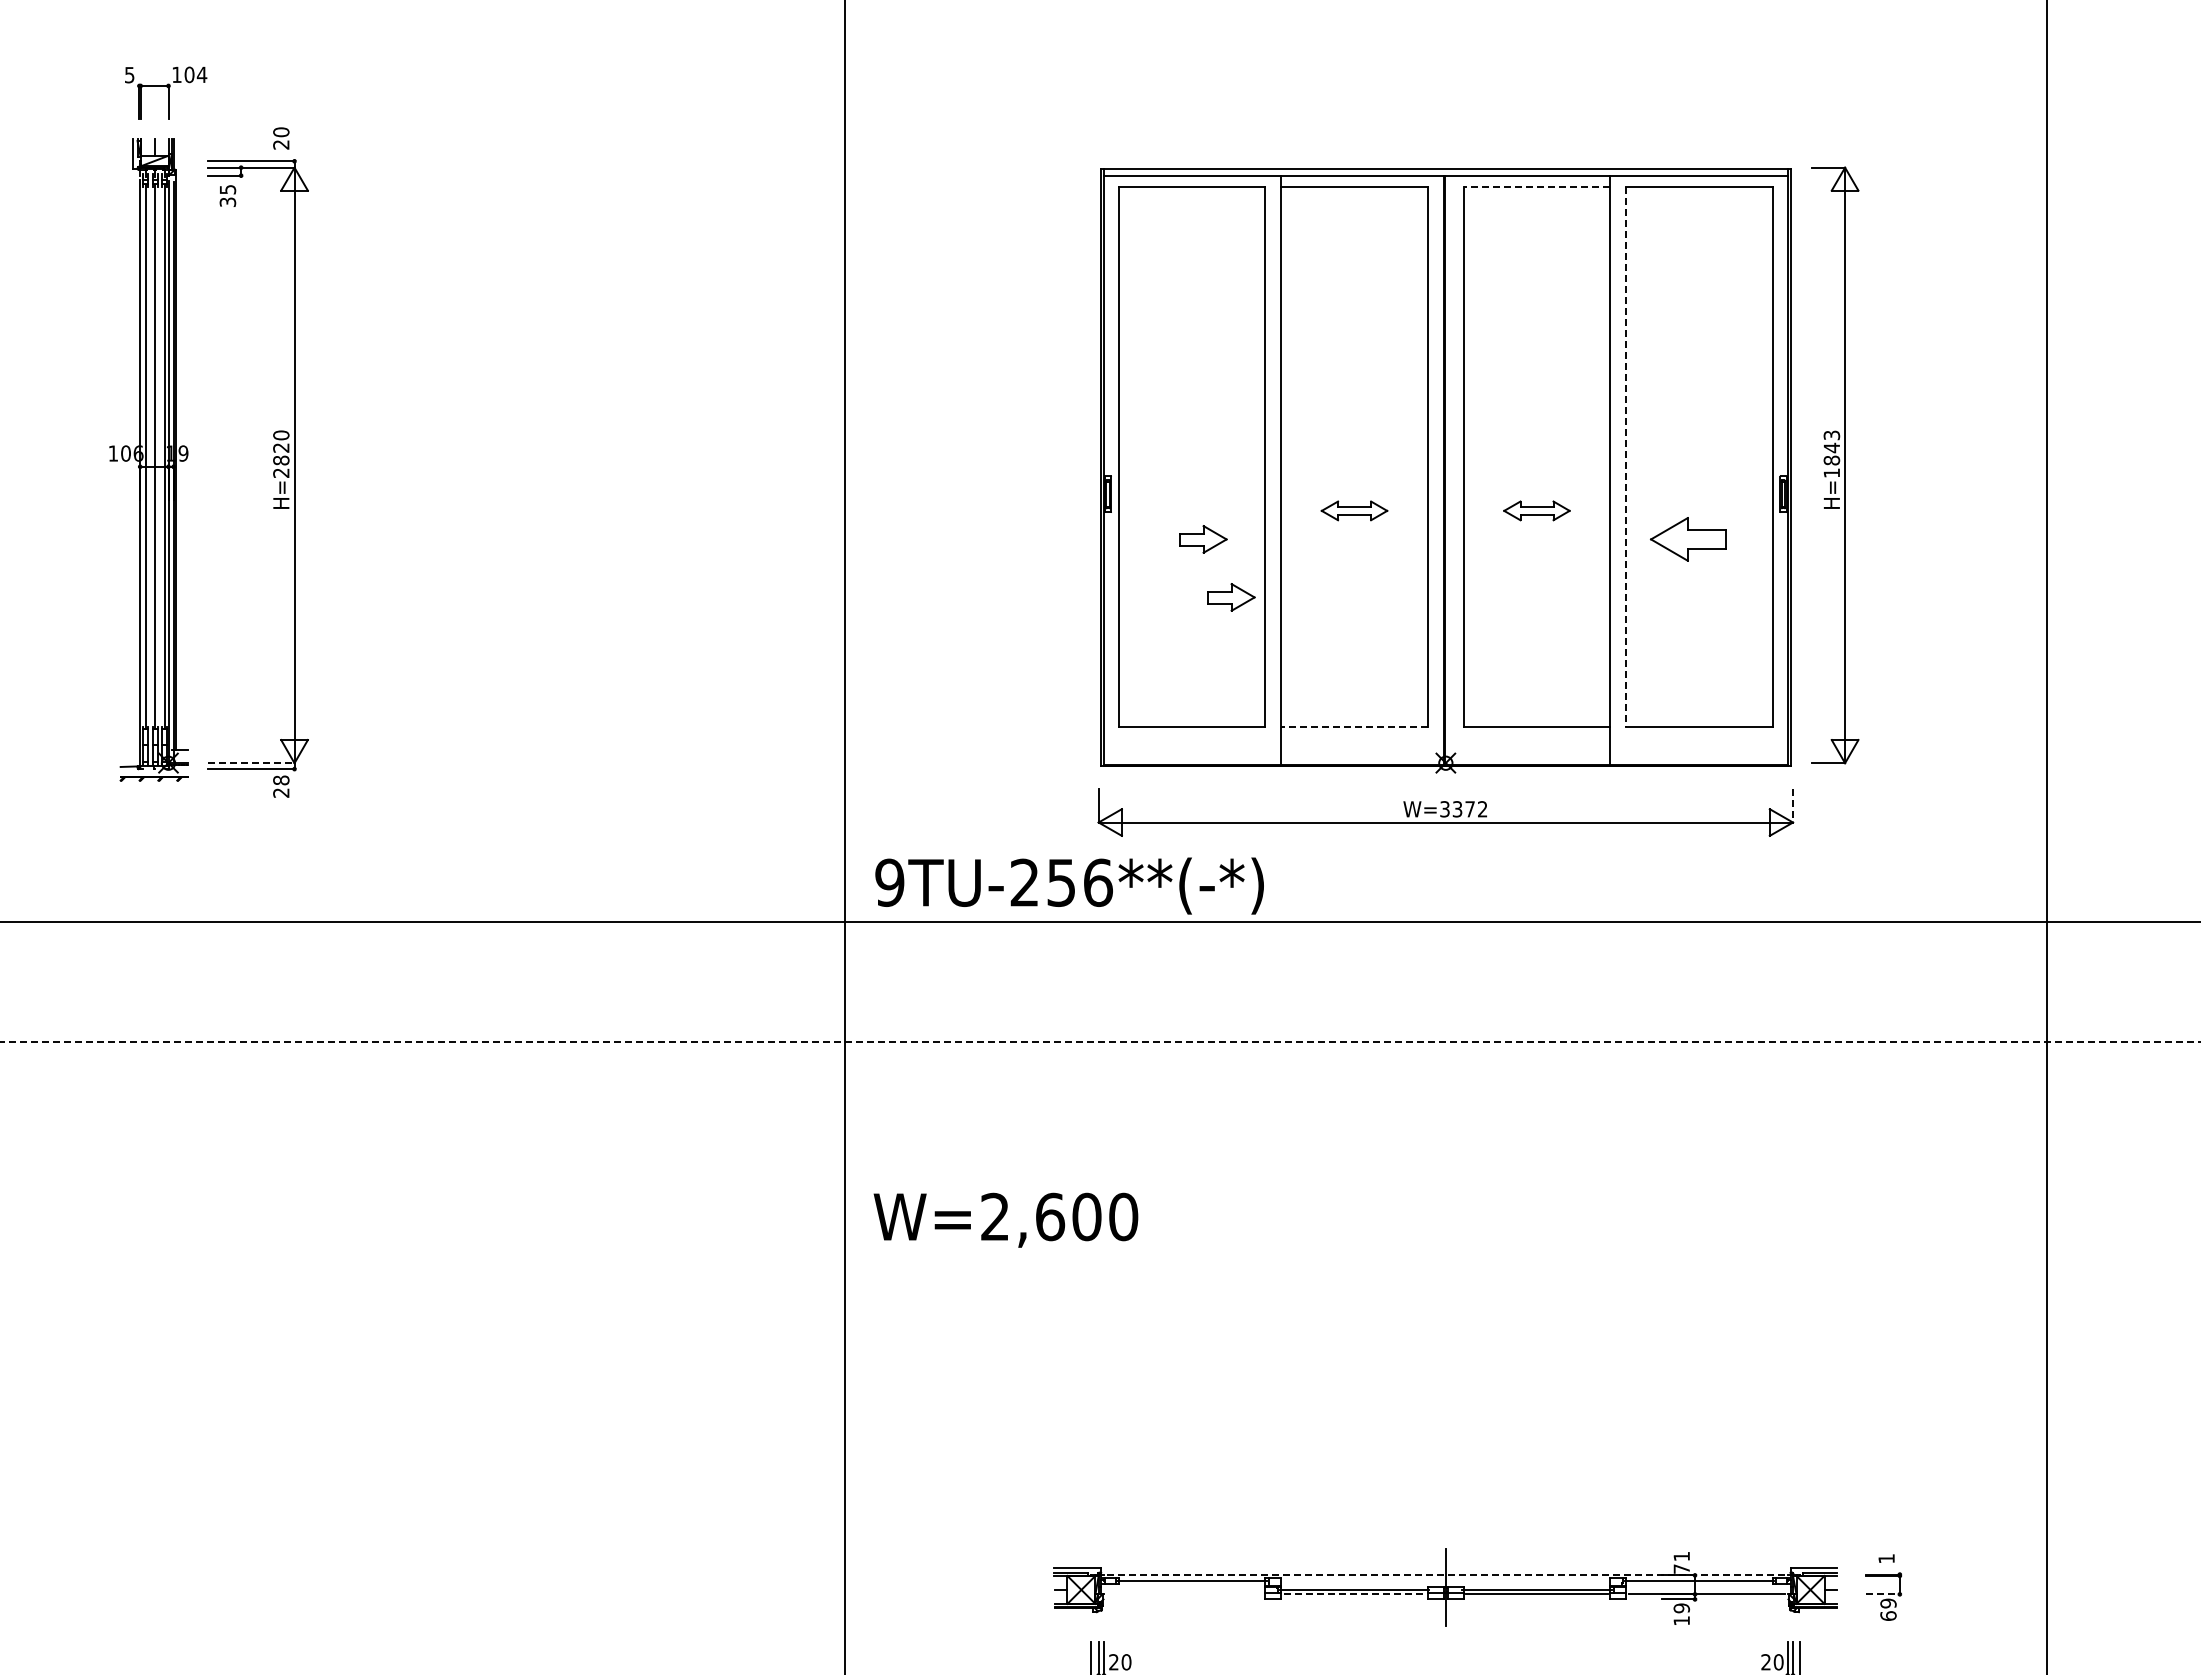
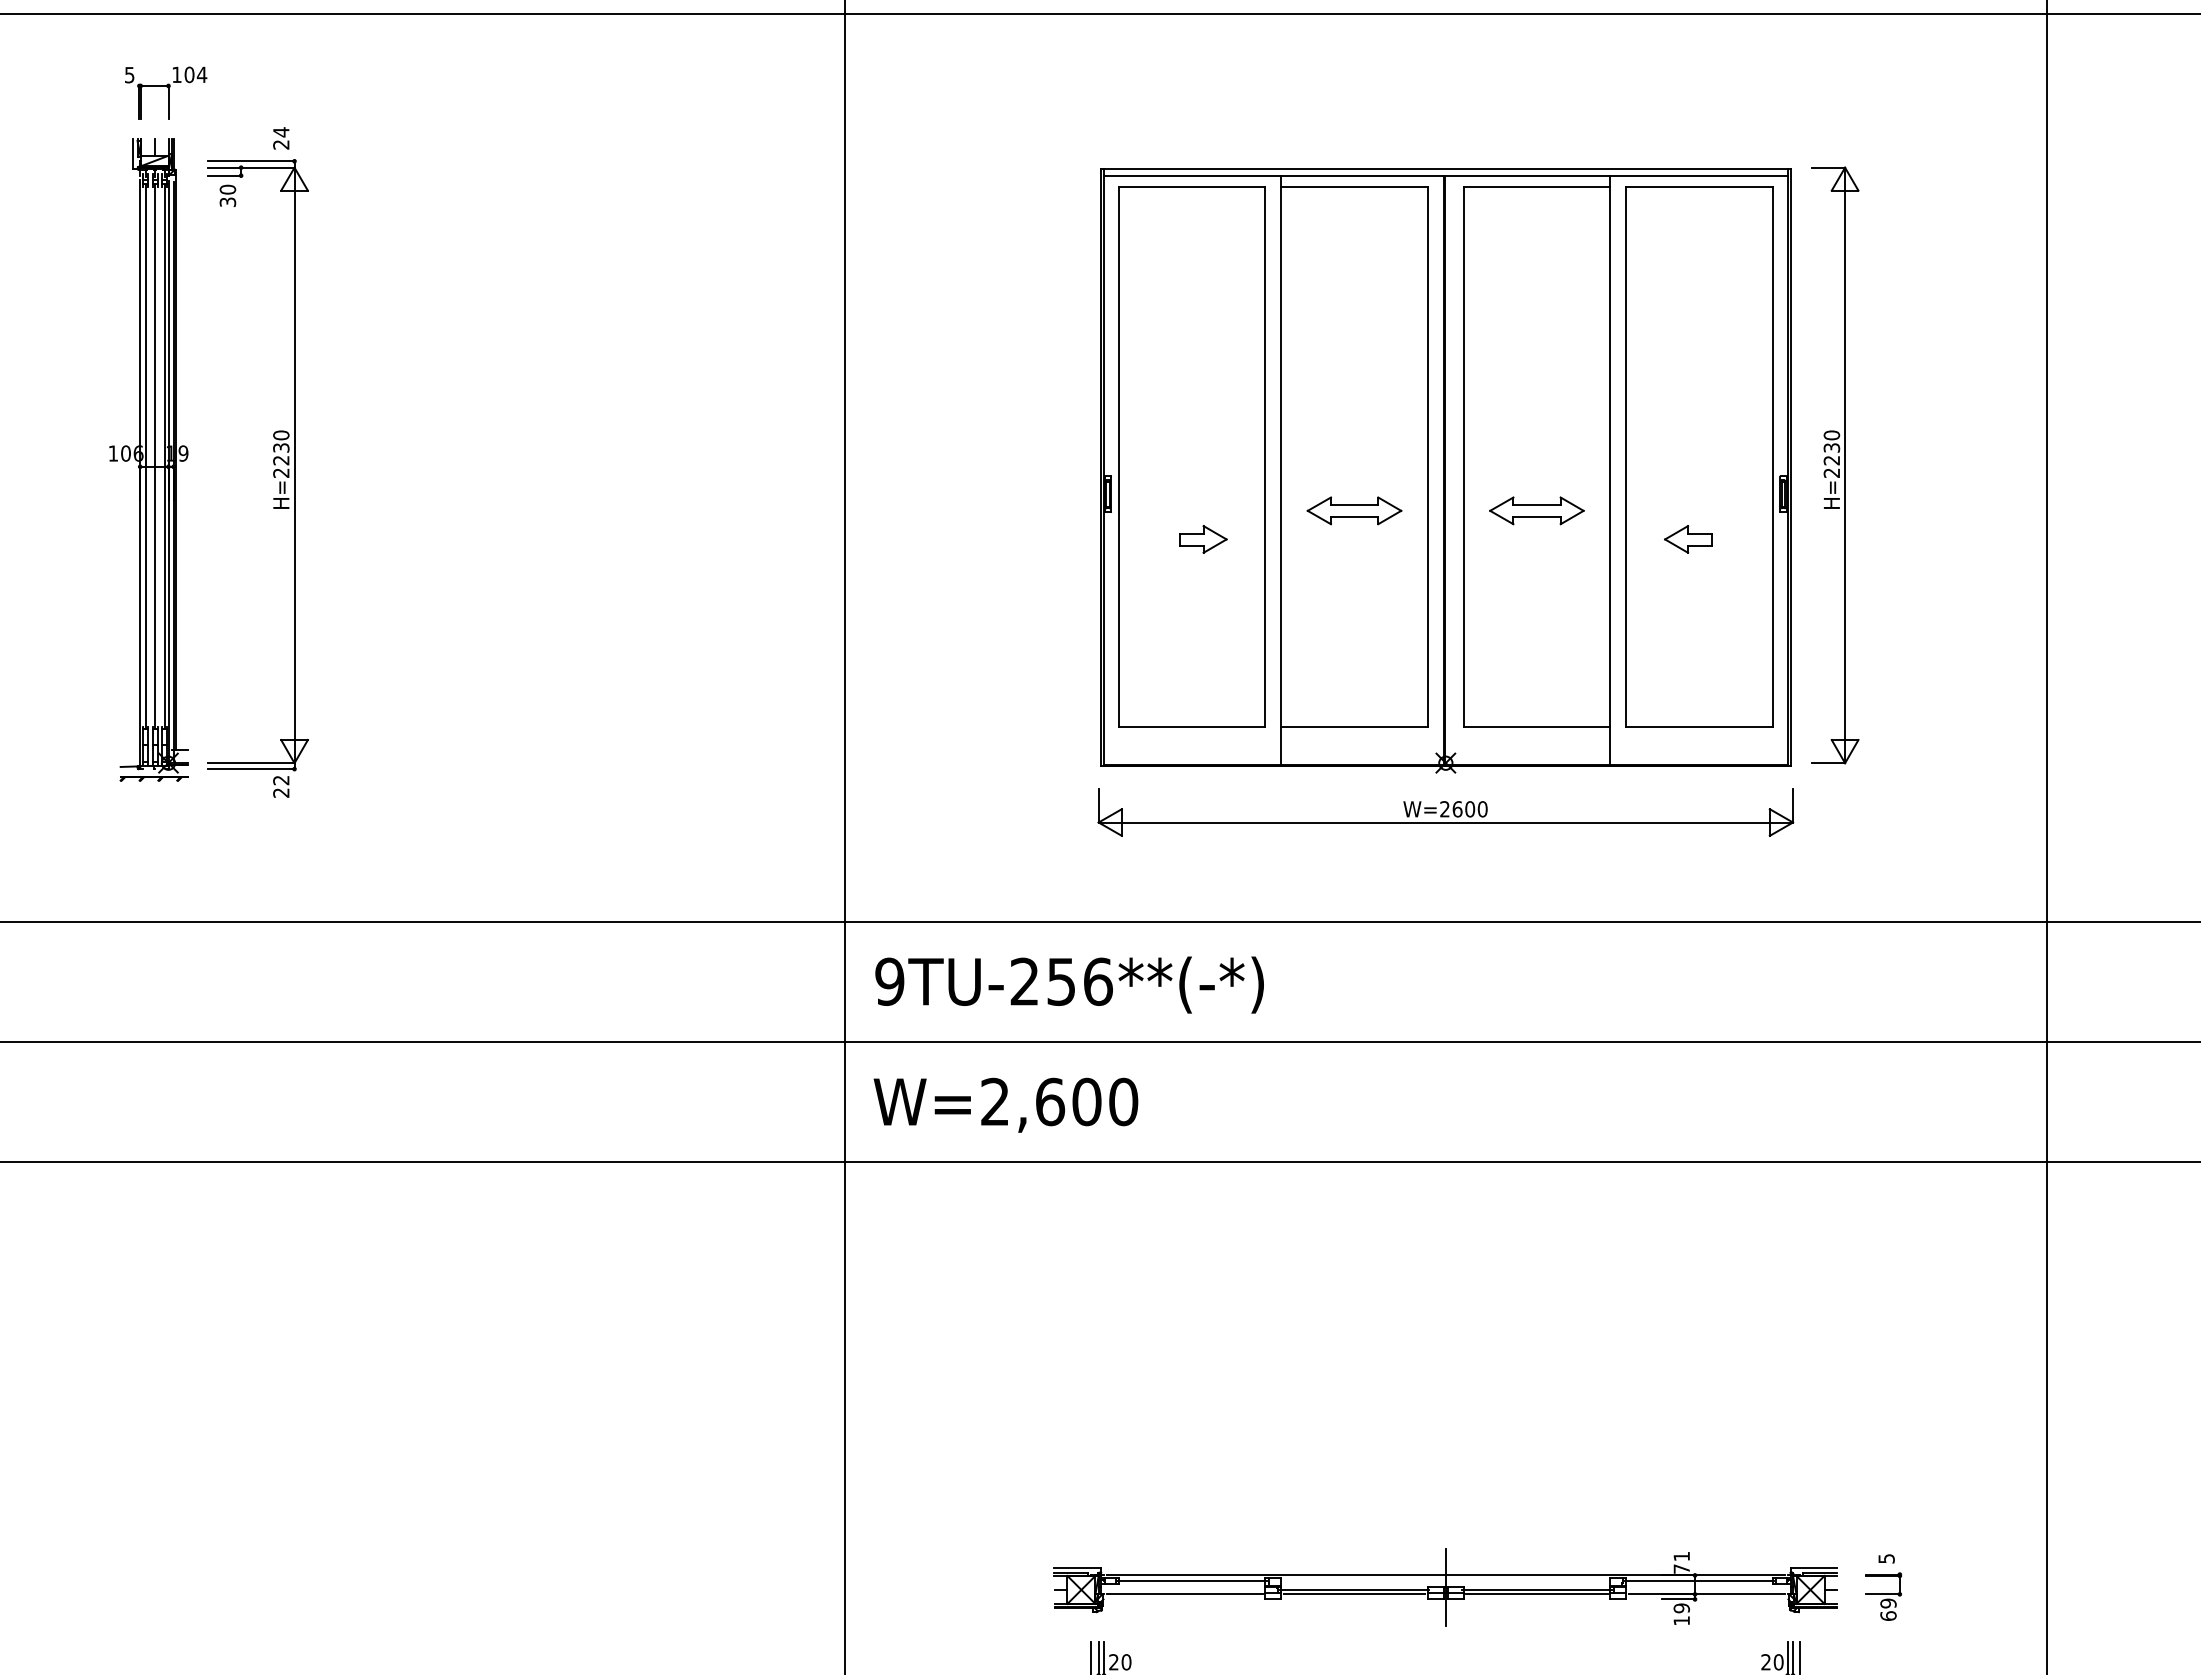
line at (1099, 13): none -> present
text at (281, 132): 20 -> 24
line at (1536, 186): dashed -> solid
text at (227, 189): 35 -> 30
text at (1831, 453): H=1843 -> H=2230
text at (281, 454): H=2820 -> H=2230
line at (1626, 457): dashed -> solid
part at (1354, 510) size: 69x22 px -> 97x30 px
part at (1536, 510) size: 68x22 px -> 96x30 px
part at (1688, 539) size: 77x45 px -> 49x29 px
part at (1231, 597): present -> none
line at (1354, 727): dashed -> solid
line at (251, 763): dashed -> solid
text at (281, 780): 28 -> 22
line at (1793, 805): dashed -> solid
text at (1463, 809): W=3372 -> W=2600
text at (1069, 885) position: (1069, 885) -> (1069, 984)
line at (1100, 1042): dashed -> solid
line at (1099, 1162): none -> present
text at (1005, 1219) position: (1005, 1219) -> (1005, 1104)
text at (1886, 1558): 1 -> 5
line at (1446, 1575): dashed -> solid
line at (1184, 1594): none -> present
line at (1354, 1594): dashed -> solid
line at (1883, 1594): dashed -> solid
